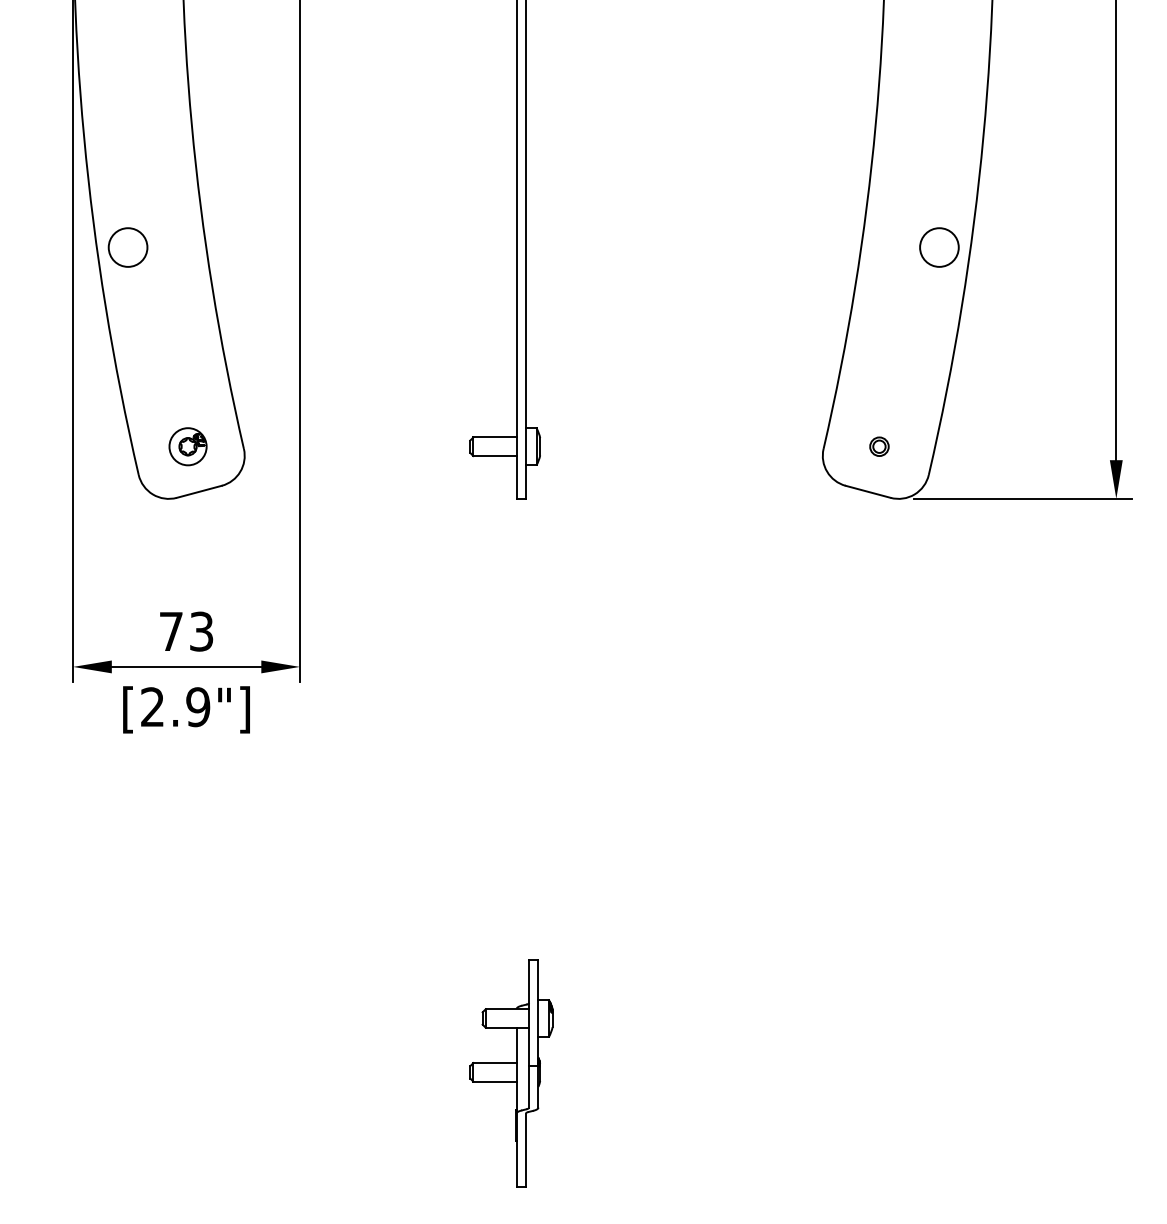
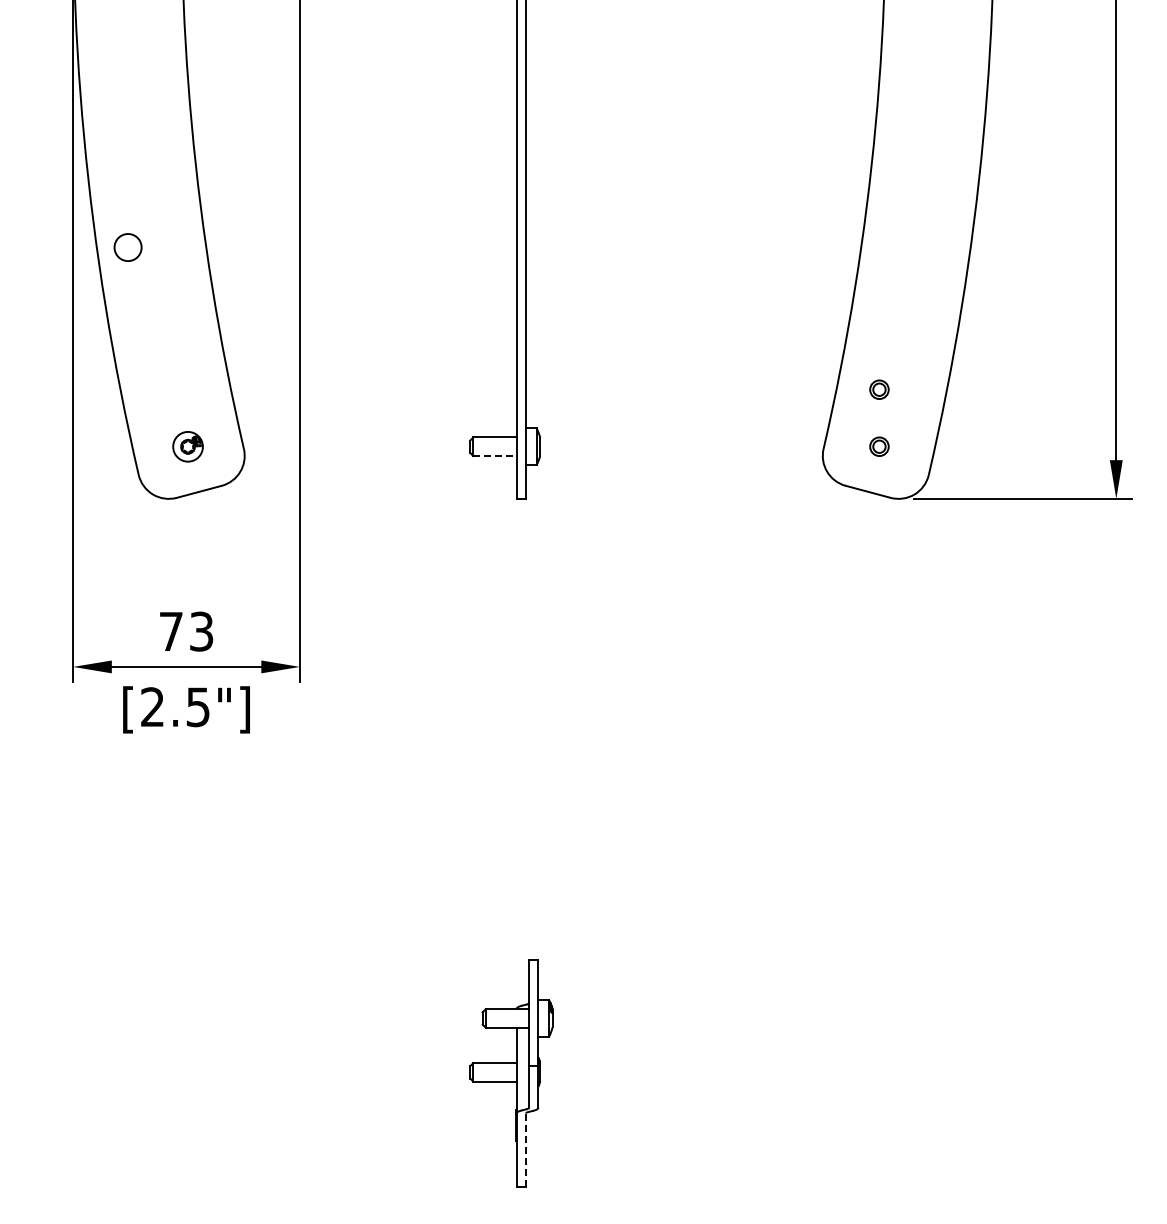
circle at (127, 247) diameter: 39 px -> 27 px
circle at (939, 247): present -> none
part at (879, 389): none -> present
part at (187, 446) size: 40x40 px -> 32x32 px
line at (495, 456): solid -> dashed
text at (198, 707): [2.9"] -> [2.5"]
line at (526, 1150): solid -> dashed
